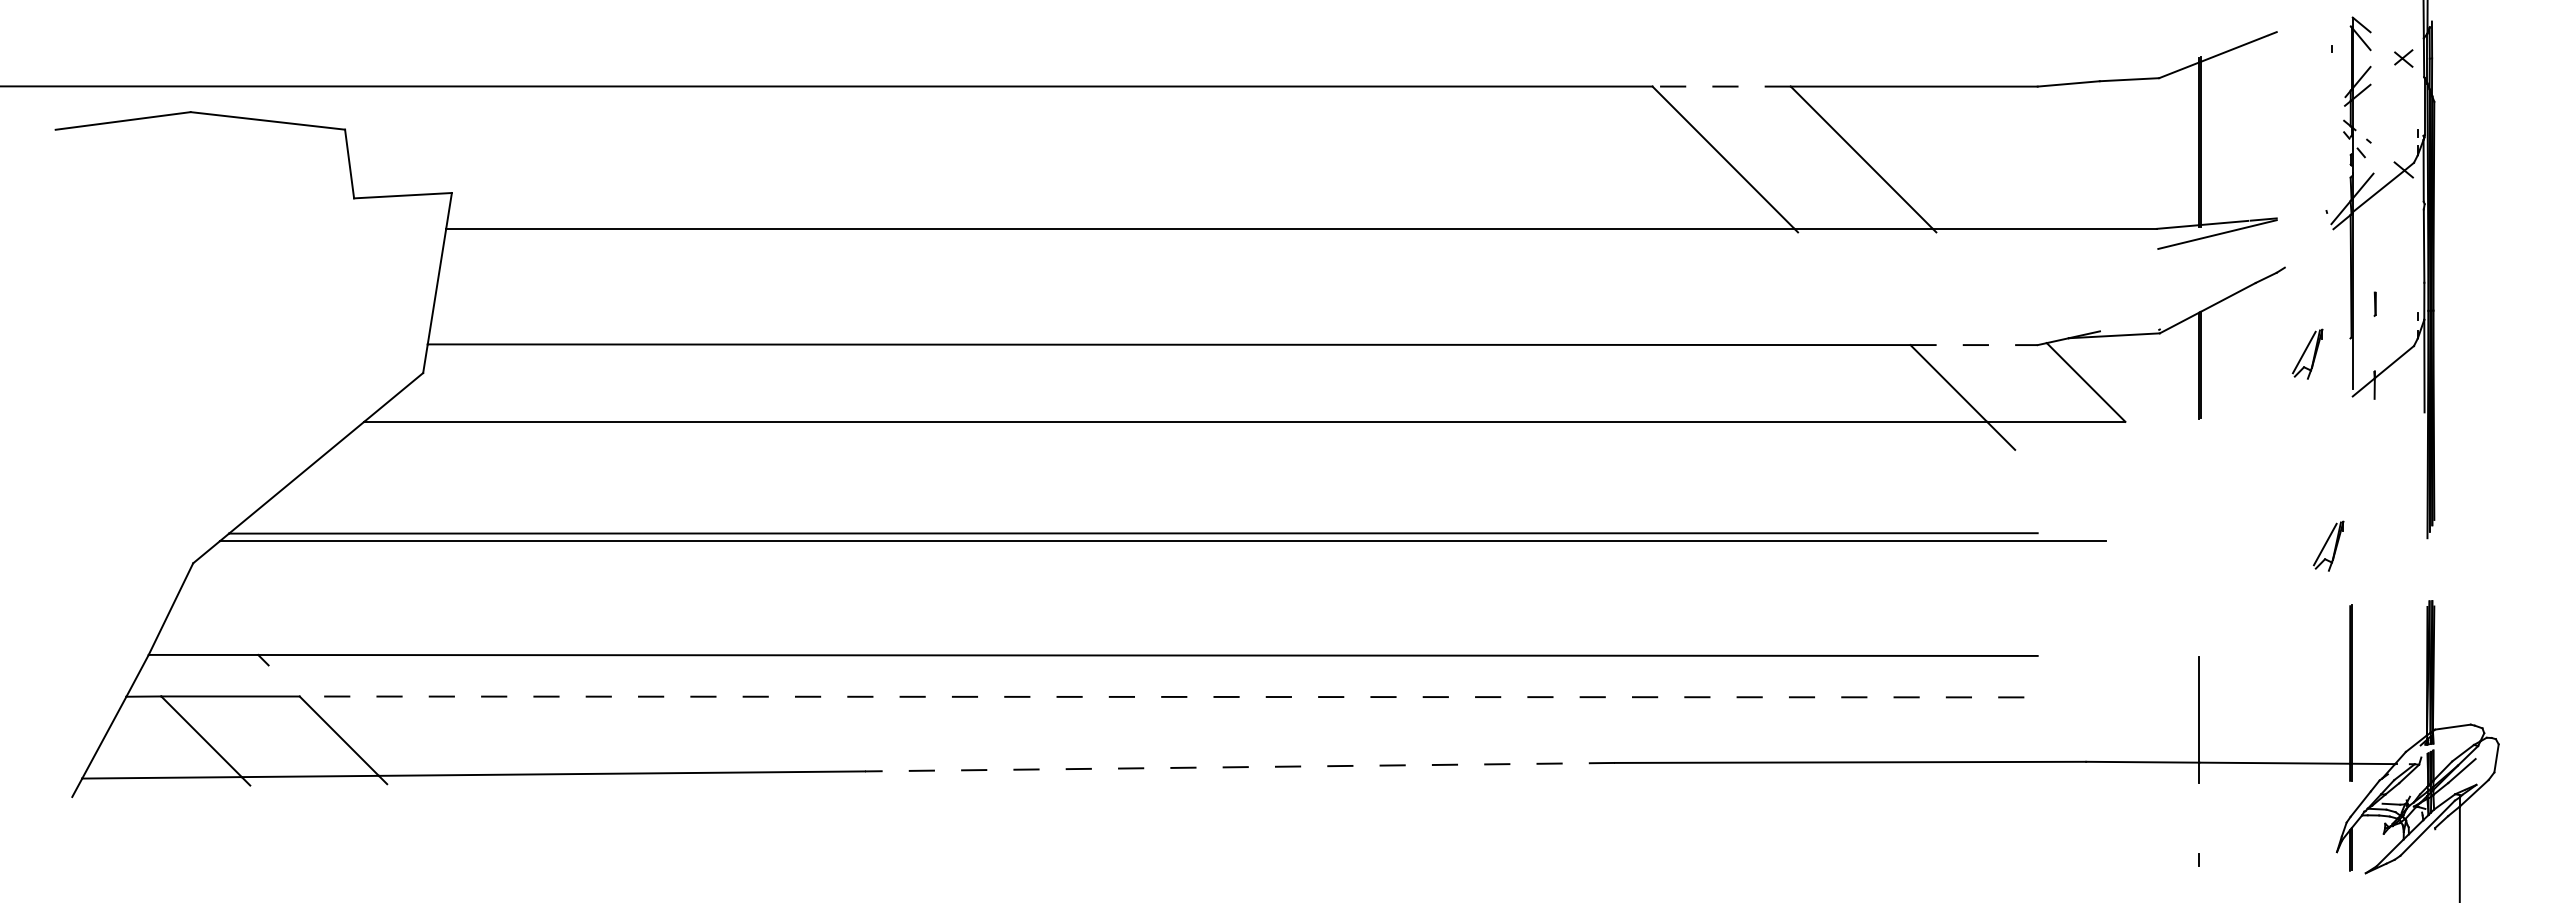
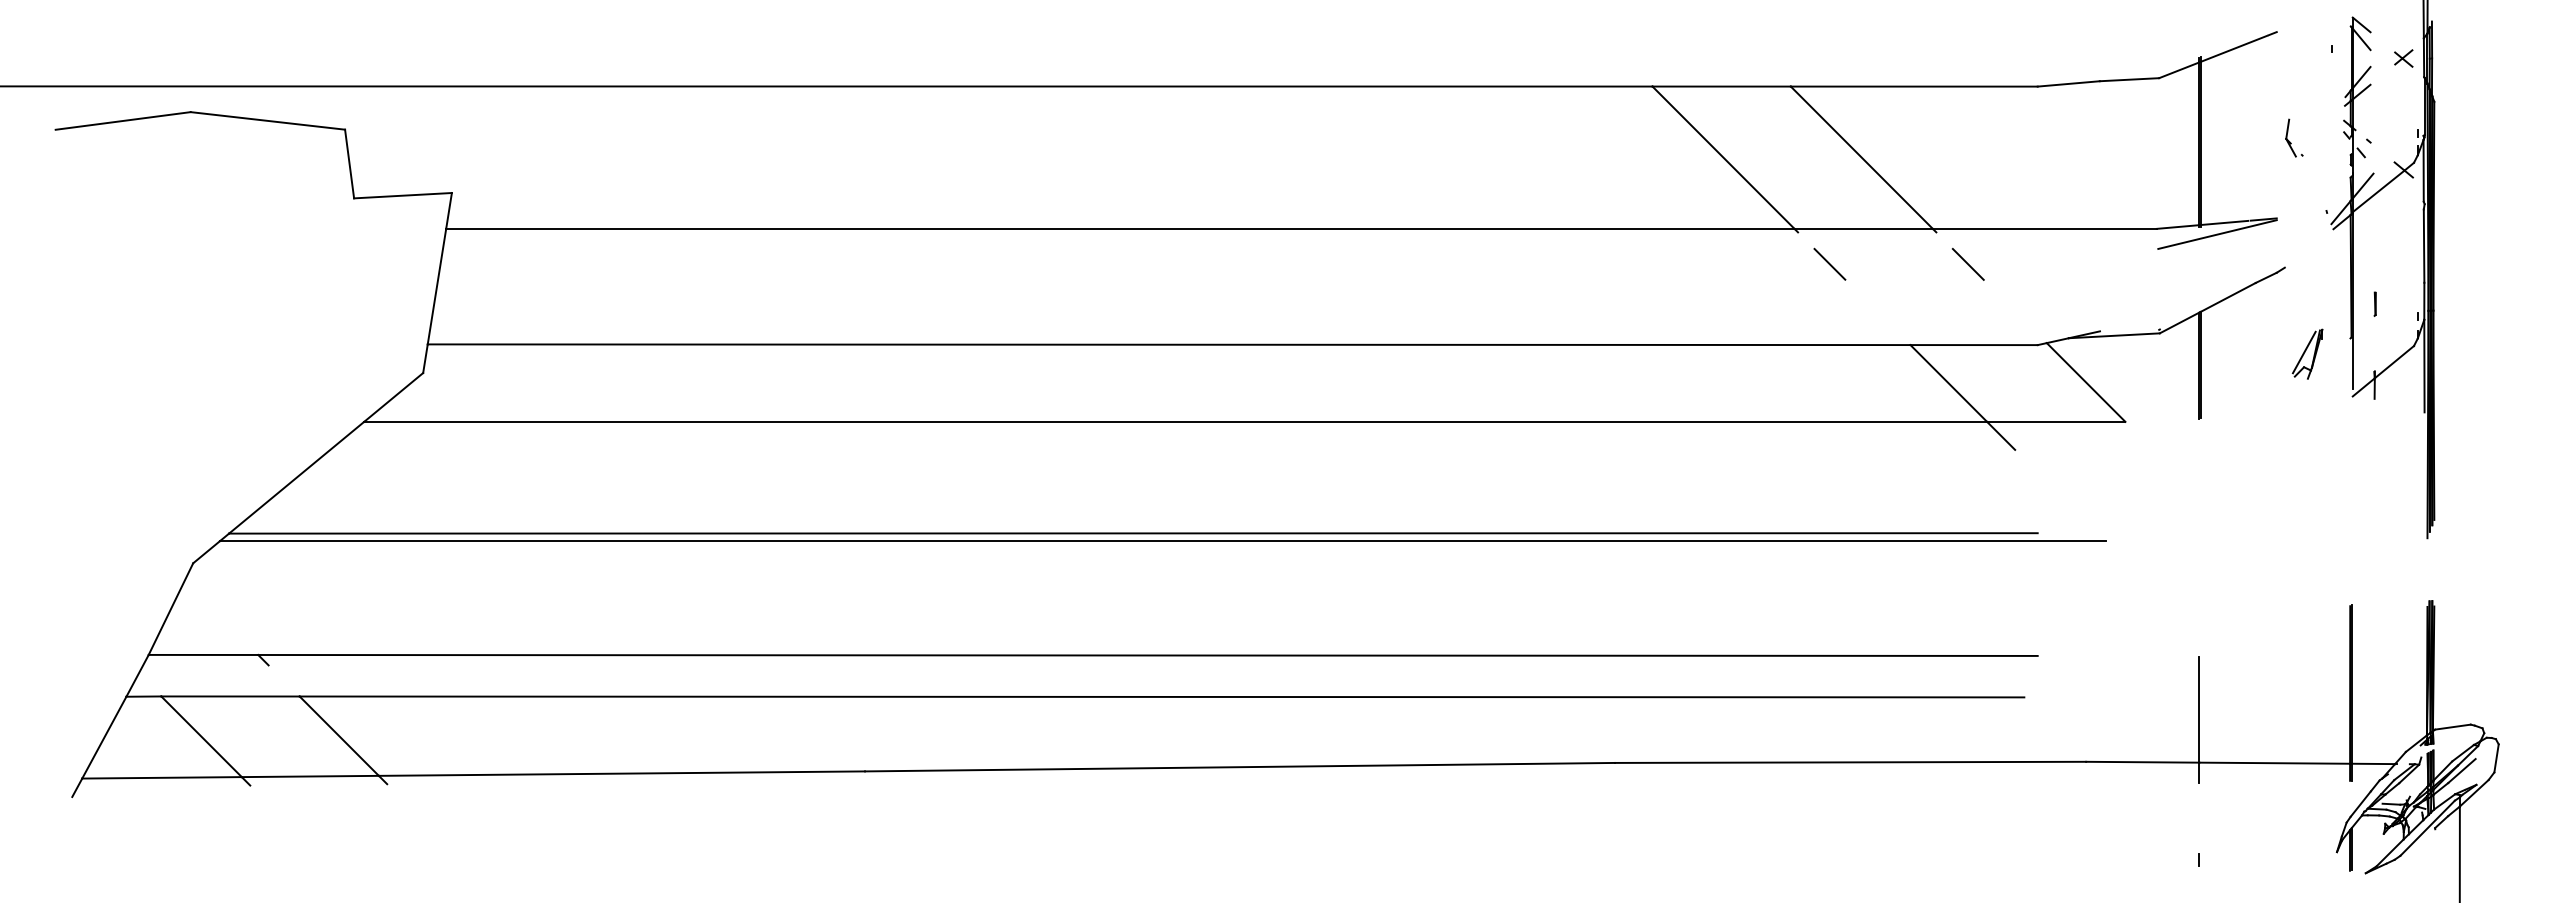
line at (1721, 86): dashed -> solid
part at (2294, 137): none -> present
line at (1829, 263): none -> present
line at (1967, 263): none -> present
line at (1974, 345): dashed -> solid
part at (2328, 545): present -> none
line at (1161, 696): dashed -> solid
line at (1239, 767): dashed -> solid
